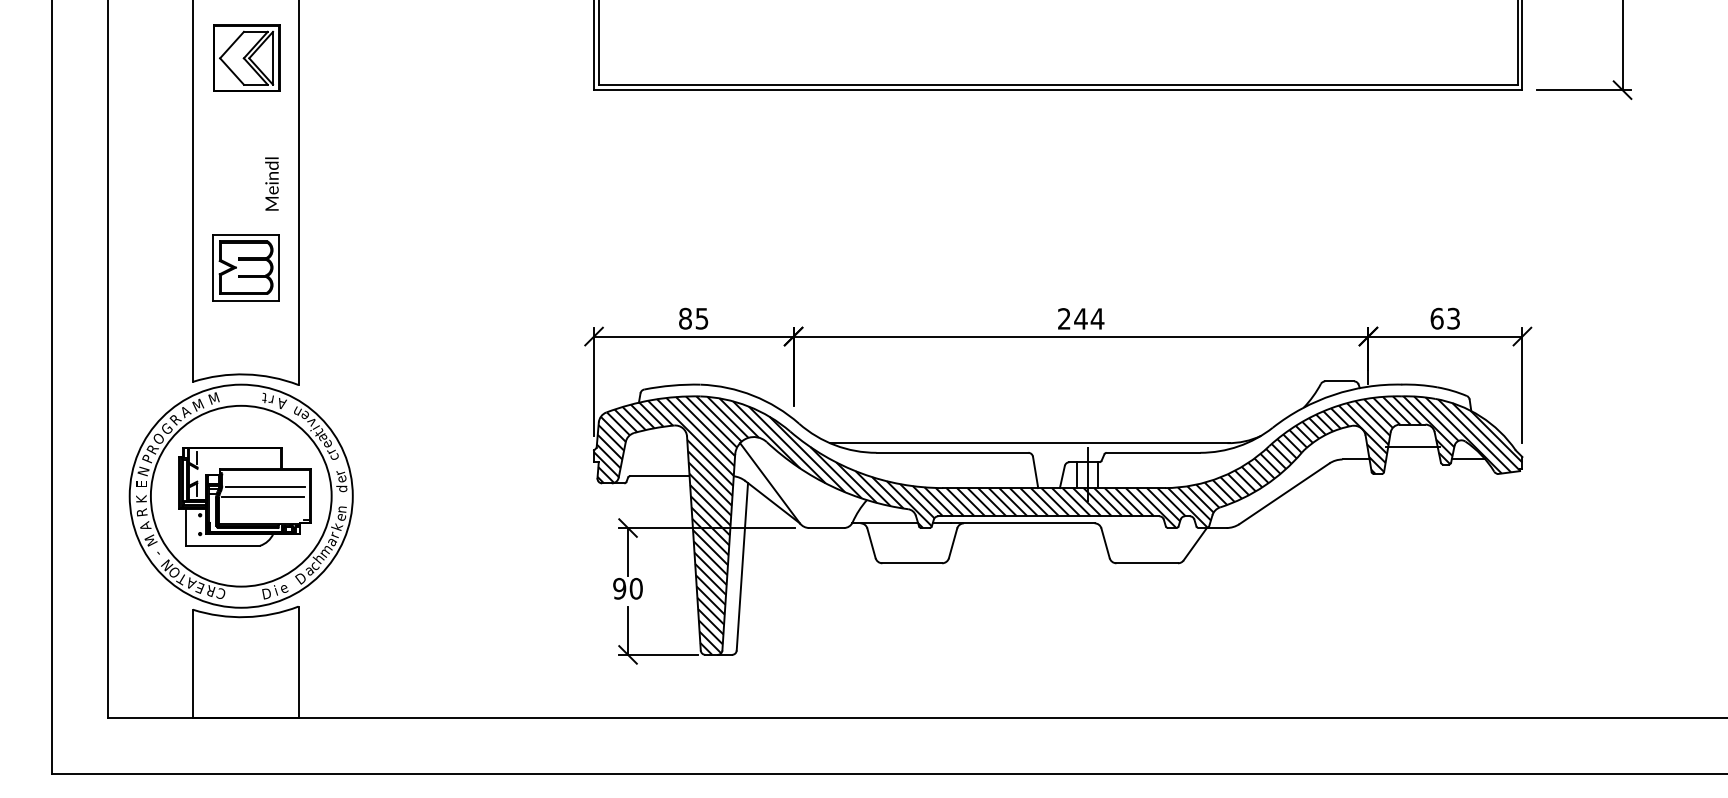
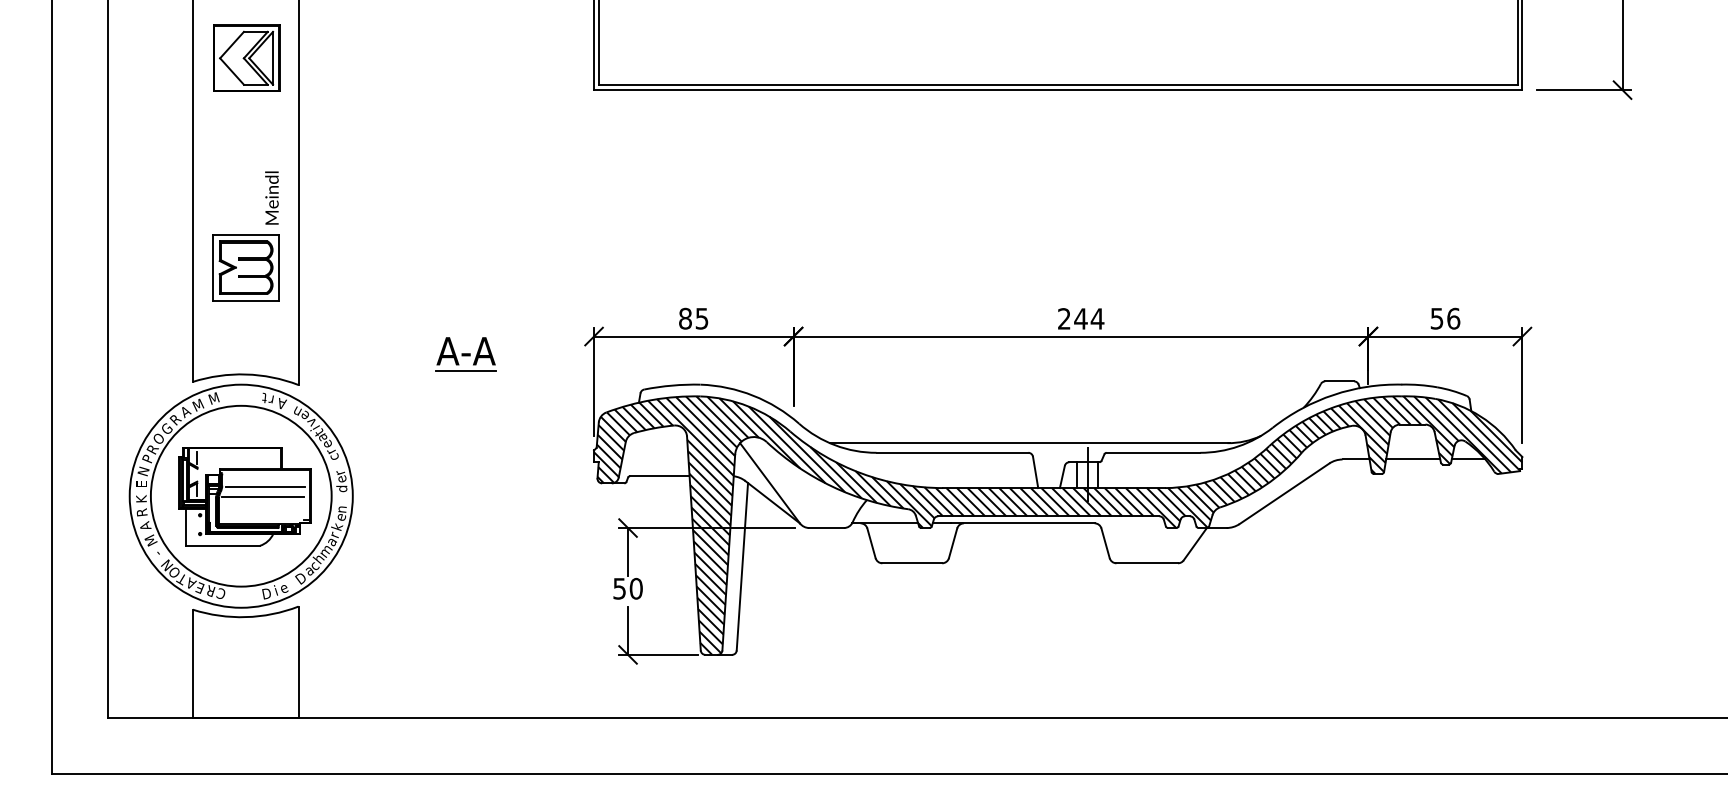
text at (271, 183) position: (271, 183) -> (271, 197)
text at (1445, 318): 63 -> 56
part at (465, 354): none -> present
line at (1413, 447) position: (1413, 447) -> (1413, 459)
text at (619, 588): 90 -> 50
